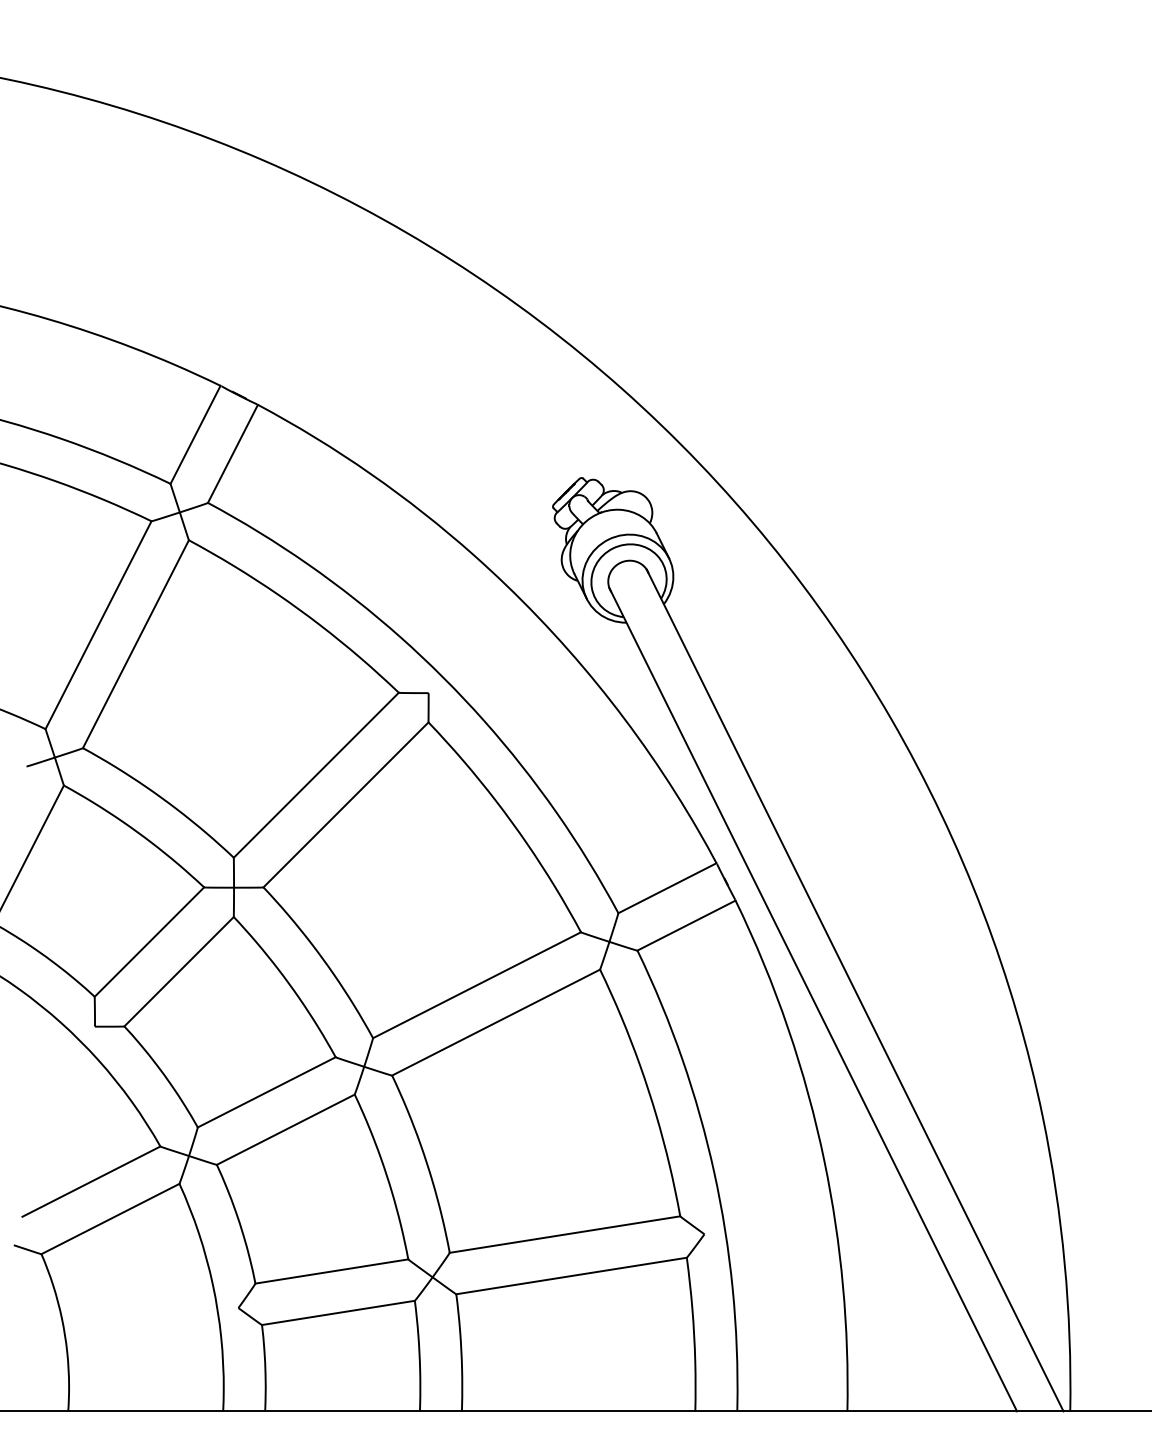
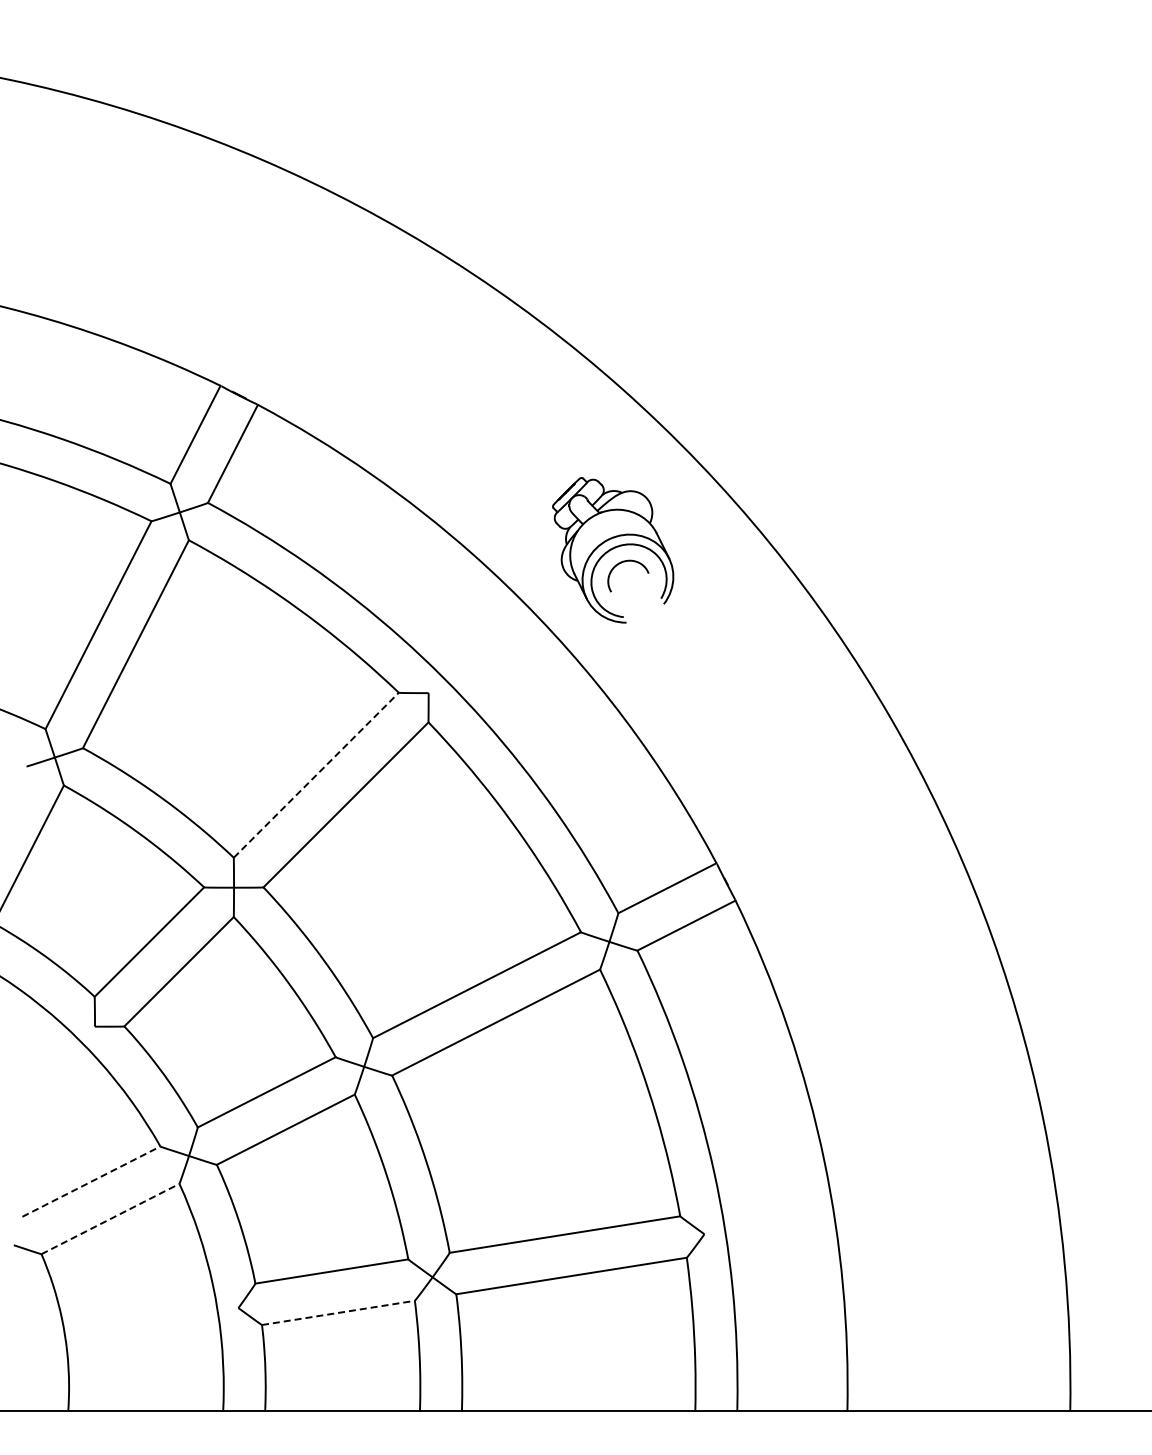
line at (316, 775): solid -> dashed
line at (854, 990): present -> none
line at (813, 999): present -> none
line at (91, 1181): solid -> dashed
line at (110, 1218): solid -> dashed
line at (338, 1312): solid -> dashed
